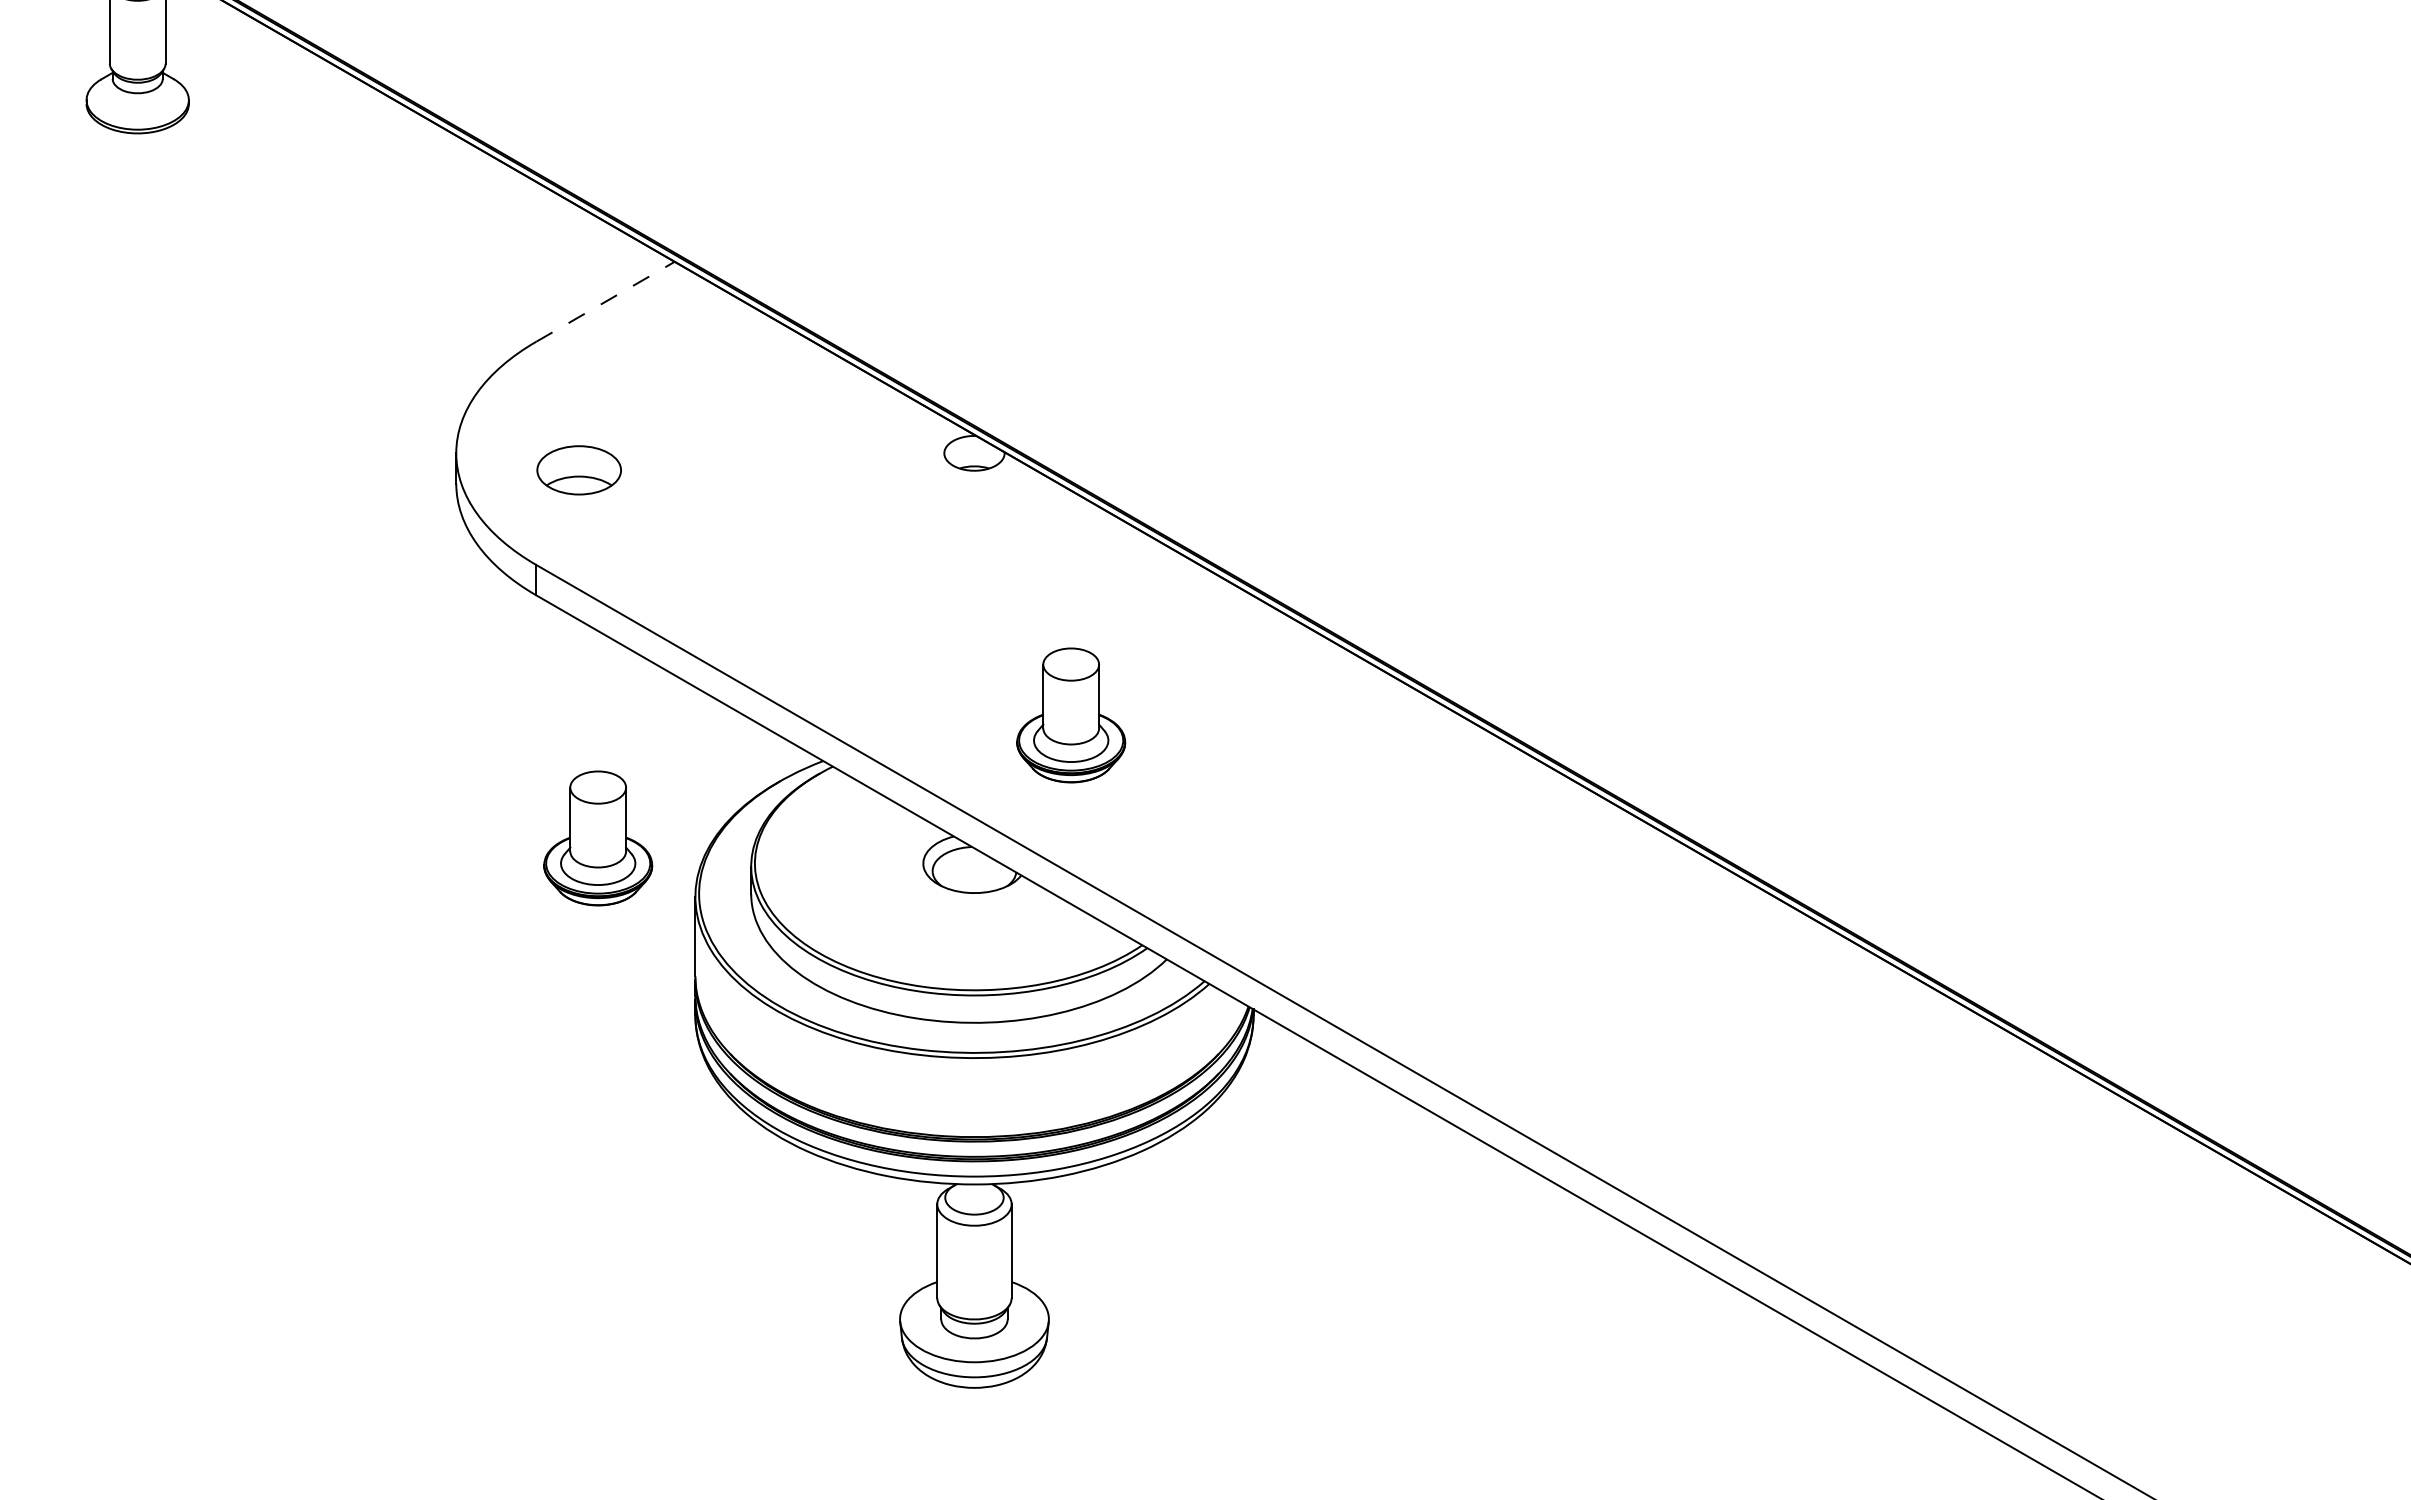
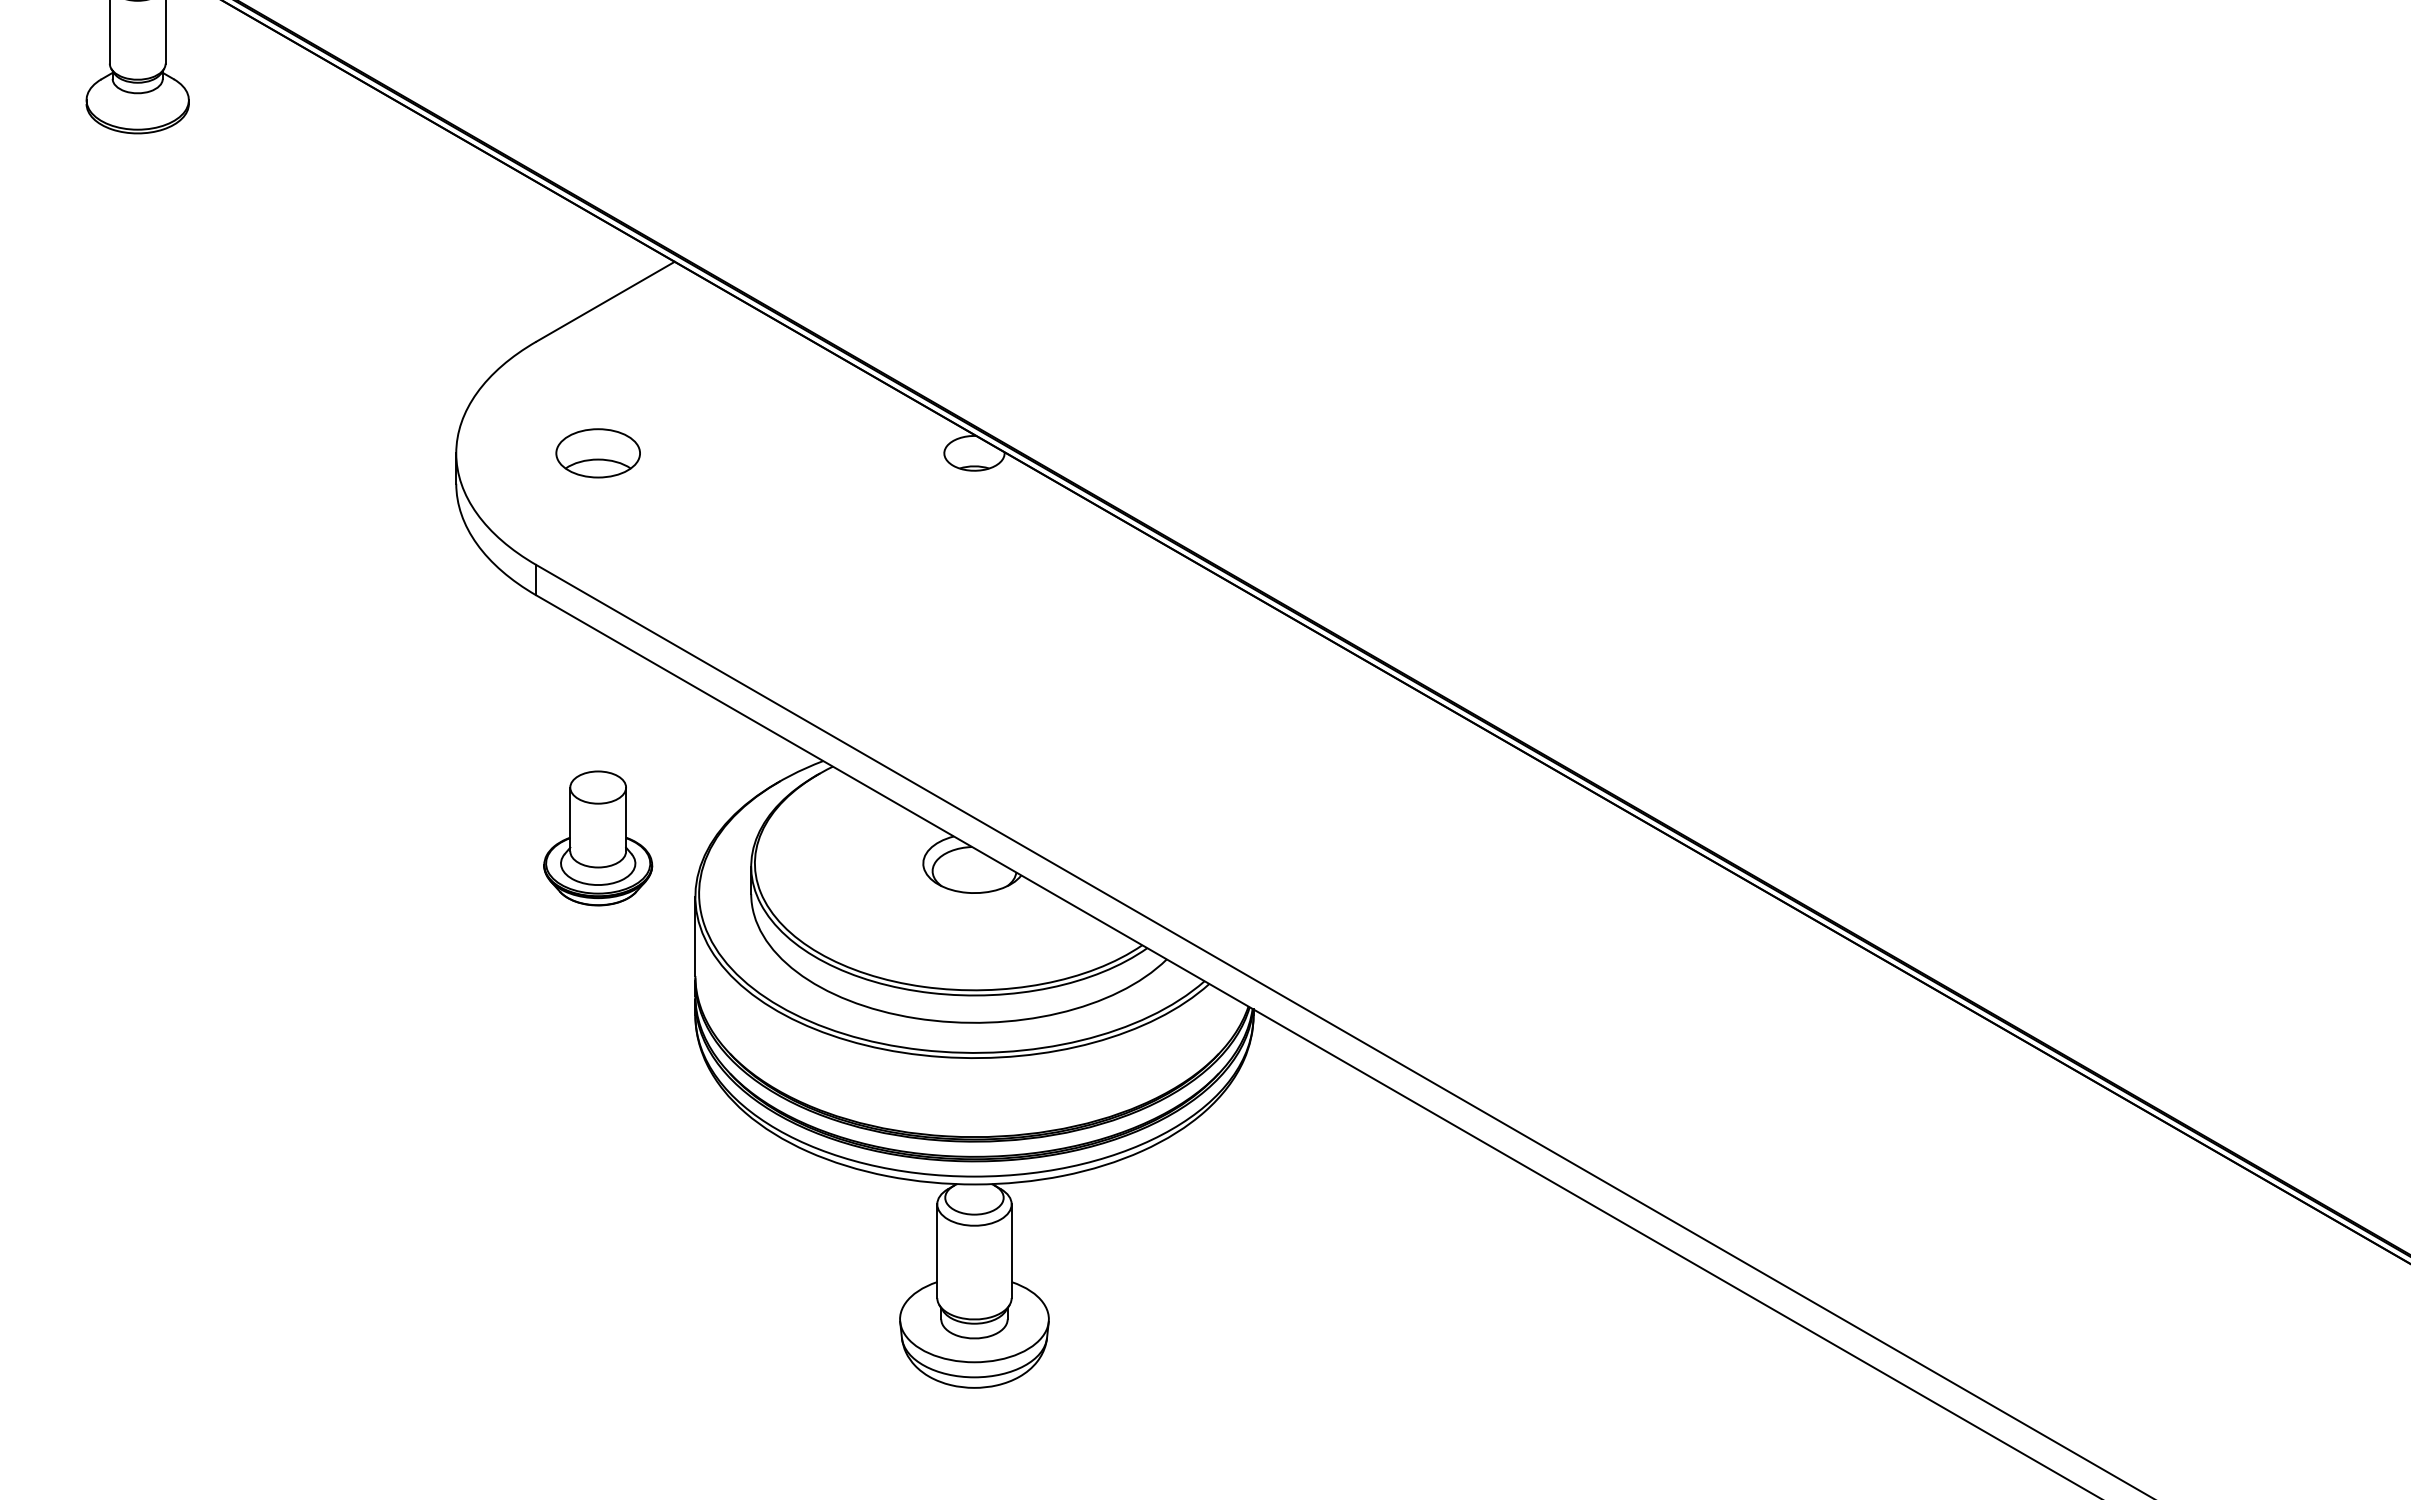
line at (605, 301): dashed -> solid
part at (578, 470) position: (578, 470) -> (597, 453)
part at (1071, 715): present -> none
